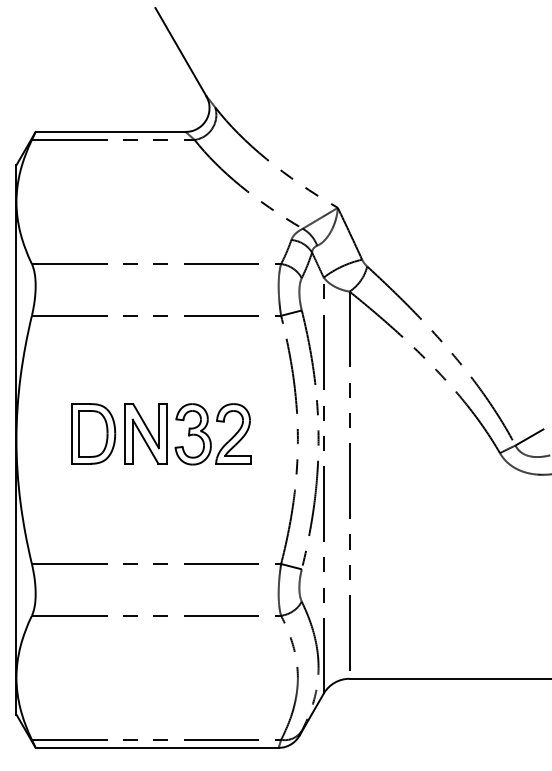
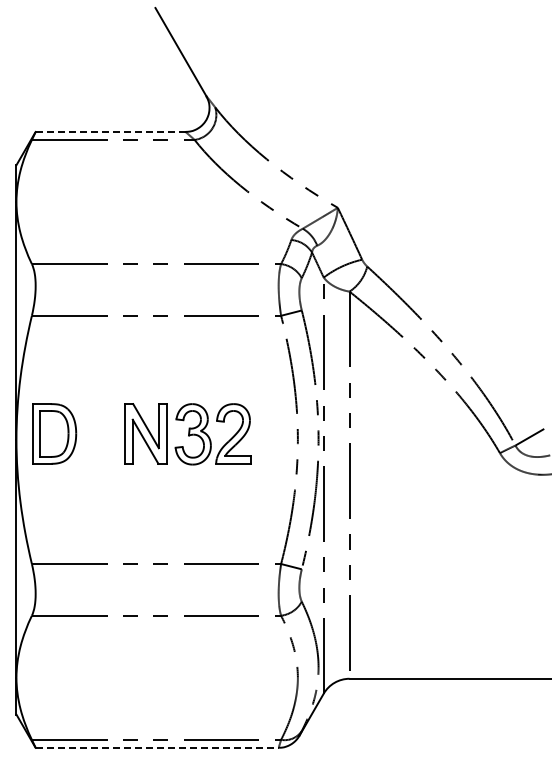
line at (110, 131): solid -> dashed
part at (93, 433) position: (93, 433) -> (54, 433)
line at (157, 747): solid -> dashed
